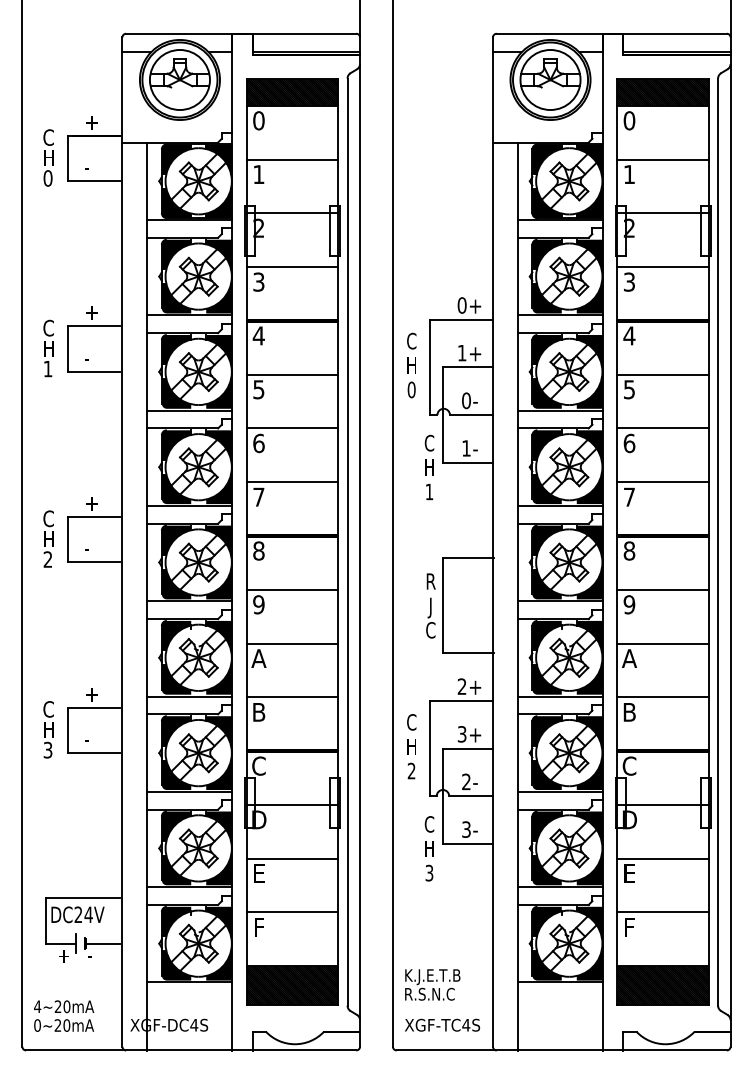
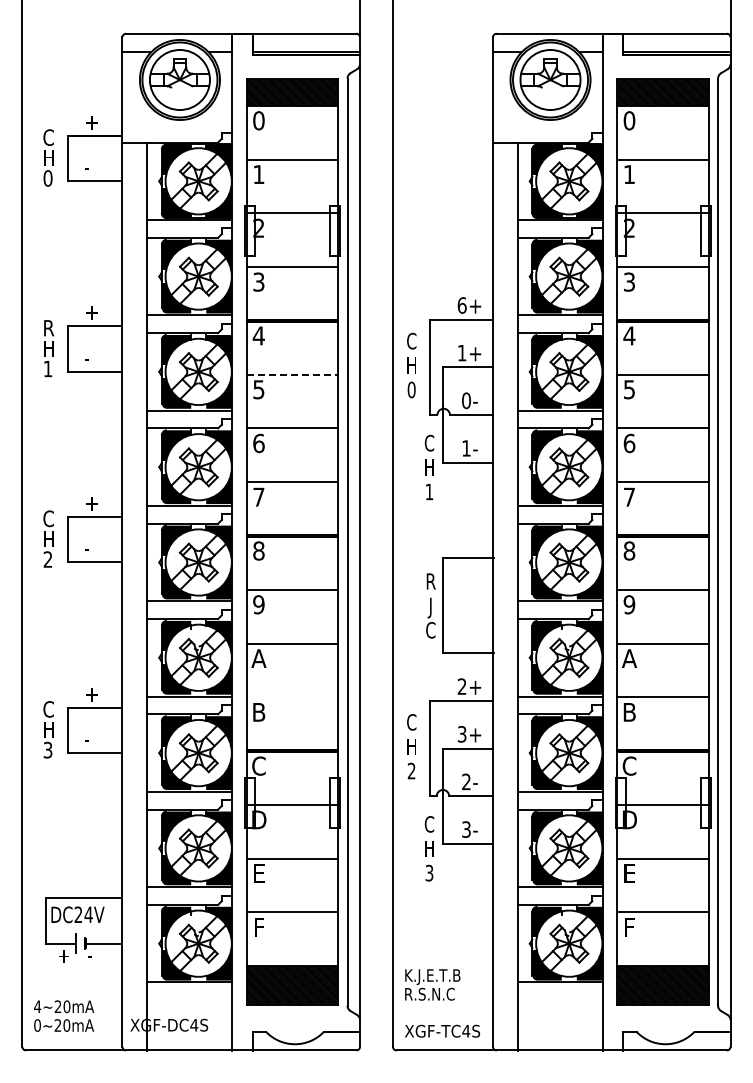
text at (461, 305): 0+ -> 6+
text at (48, 327): C -> R
line at (292, 374): solid -> dashed
line at (292, 697): present -> none
text at (442, 1024) position: (442, 1024) -> (442, 1030)
